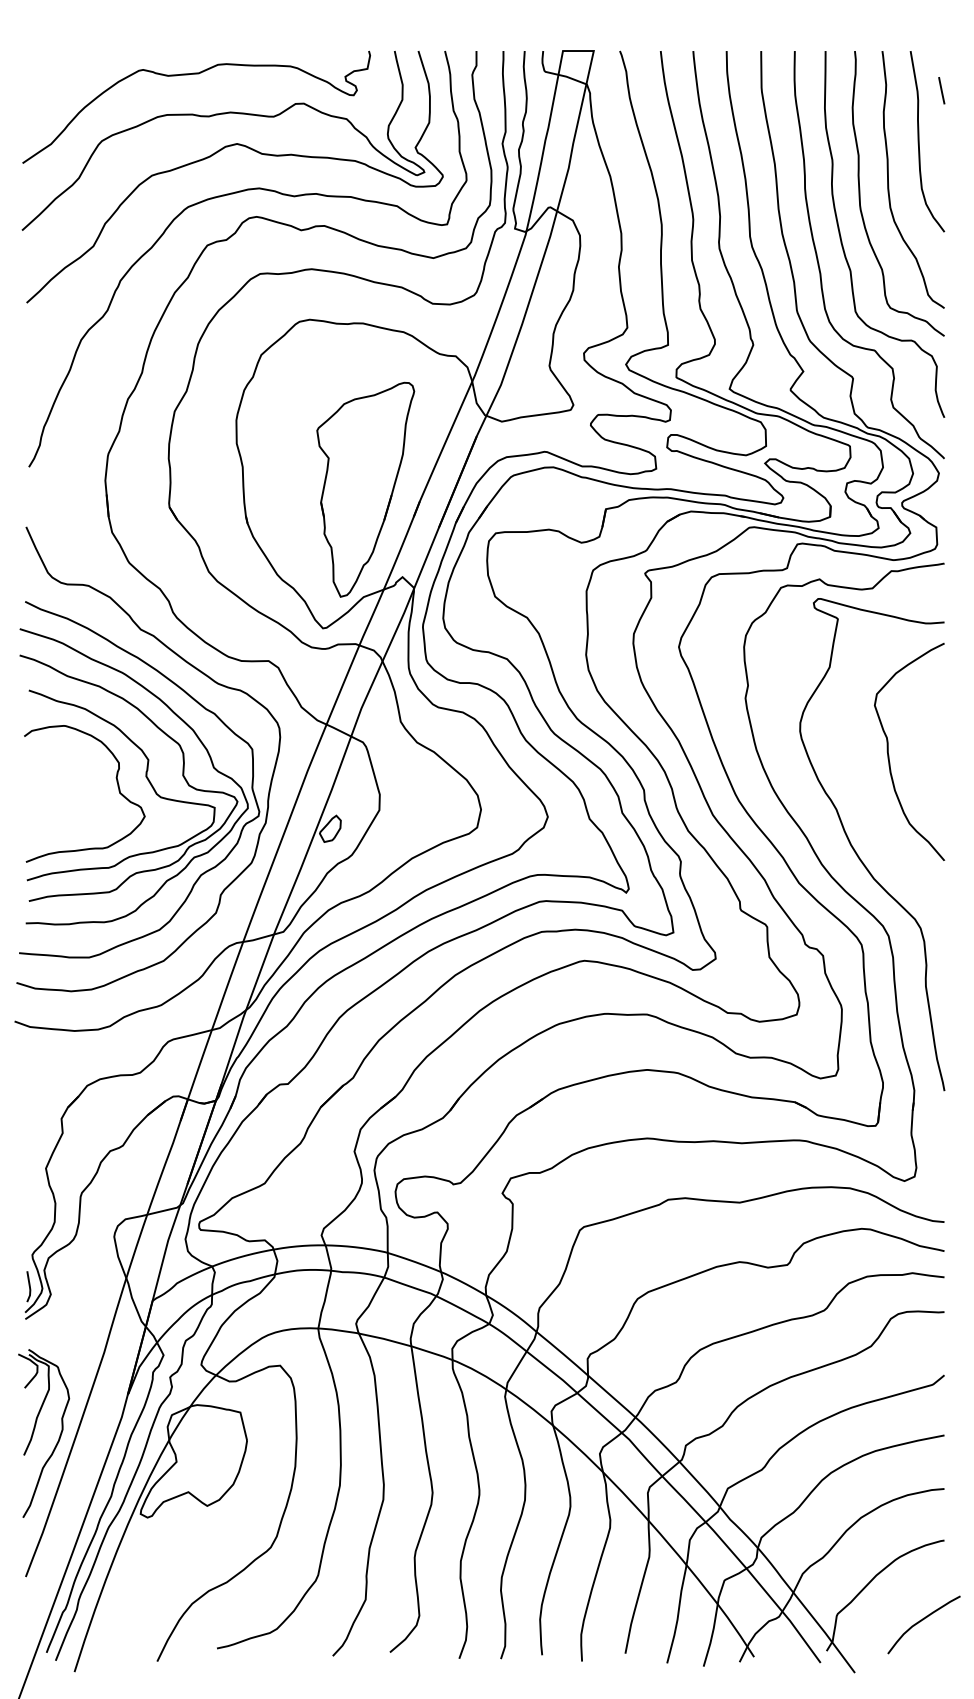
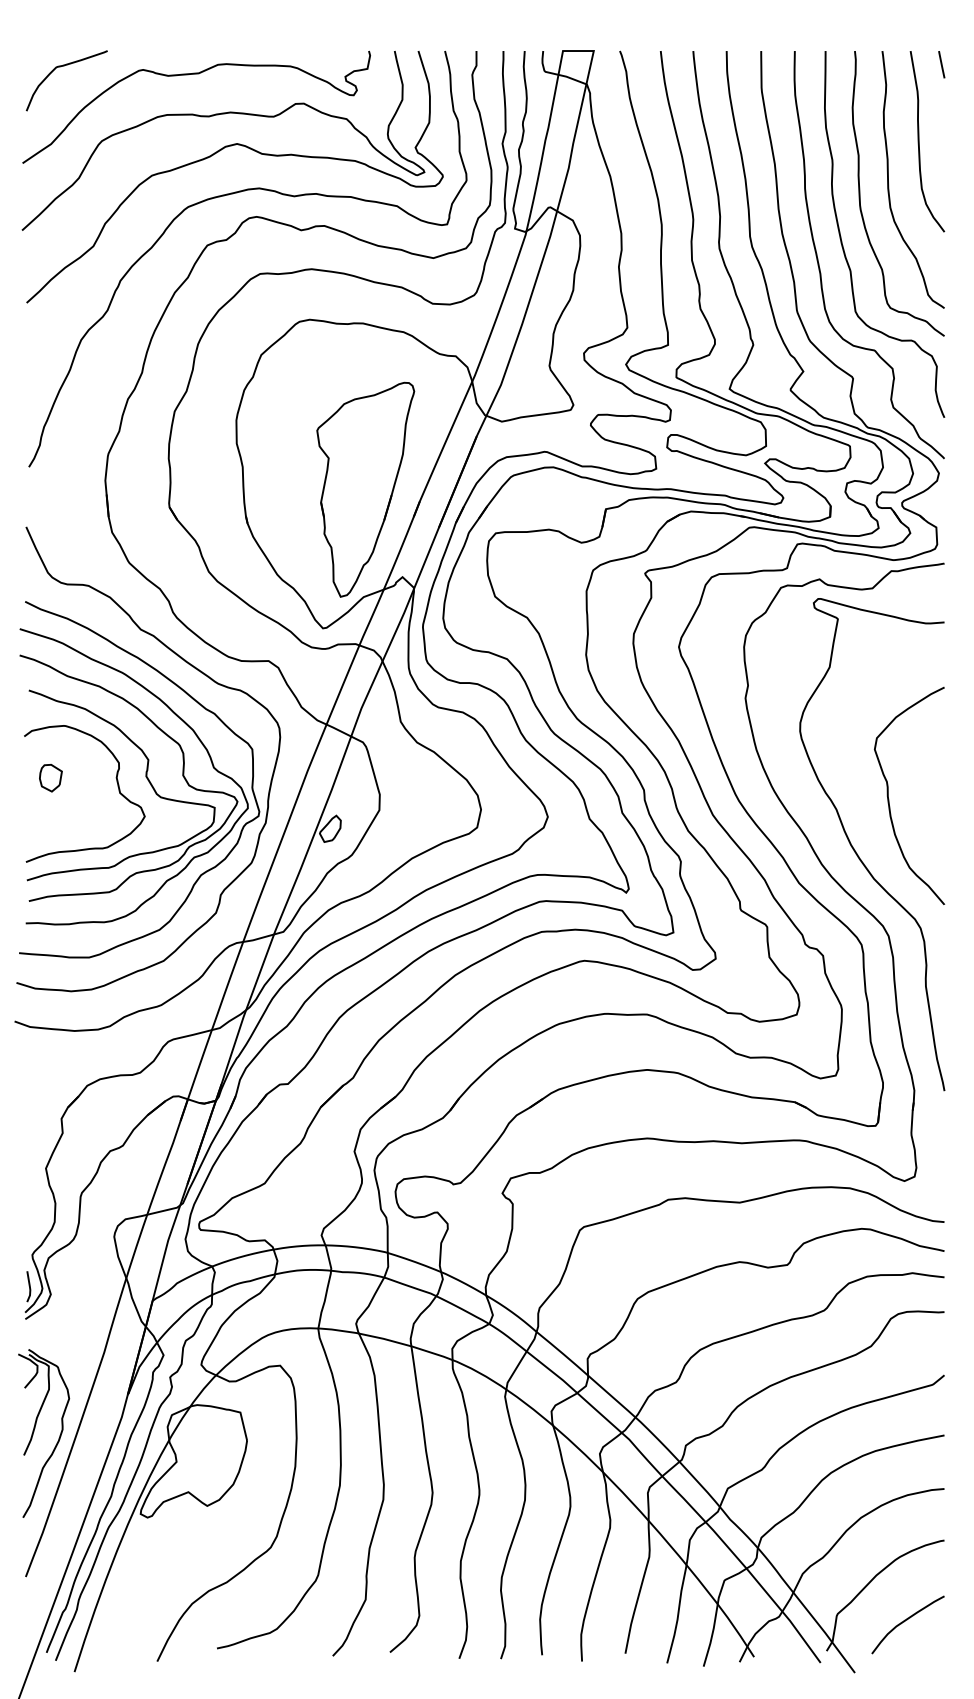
curve at (64, 66): none -> present
line at (941, 90) position: (941, 90) -> (941, 64)
curve at (889, 755) position: (889, 755) -> (889, 799)
part at (50, 778): none -> present
curve at (921, 1621) position: (921, 1621) -> (905, 1621)
